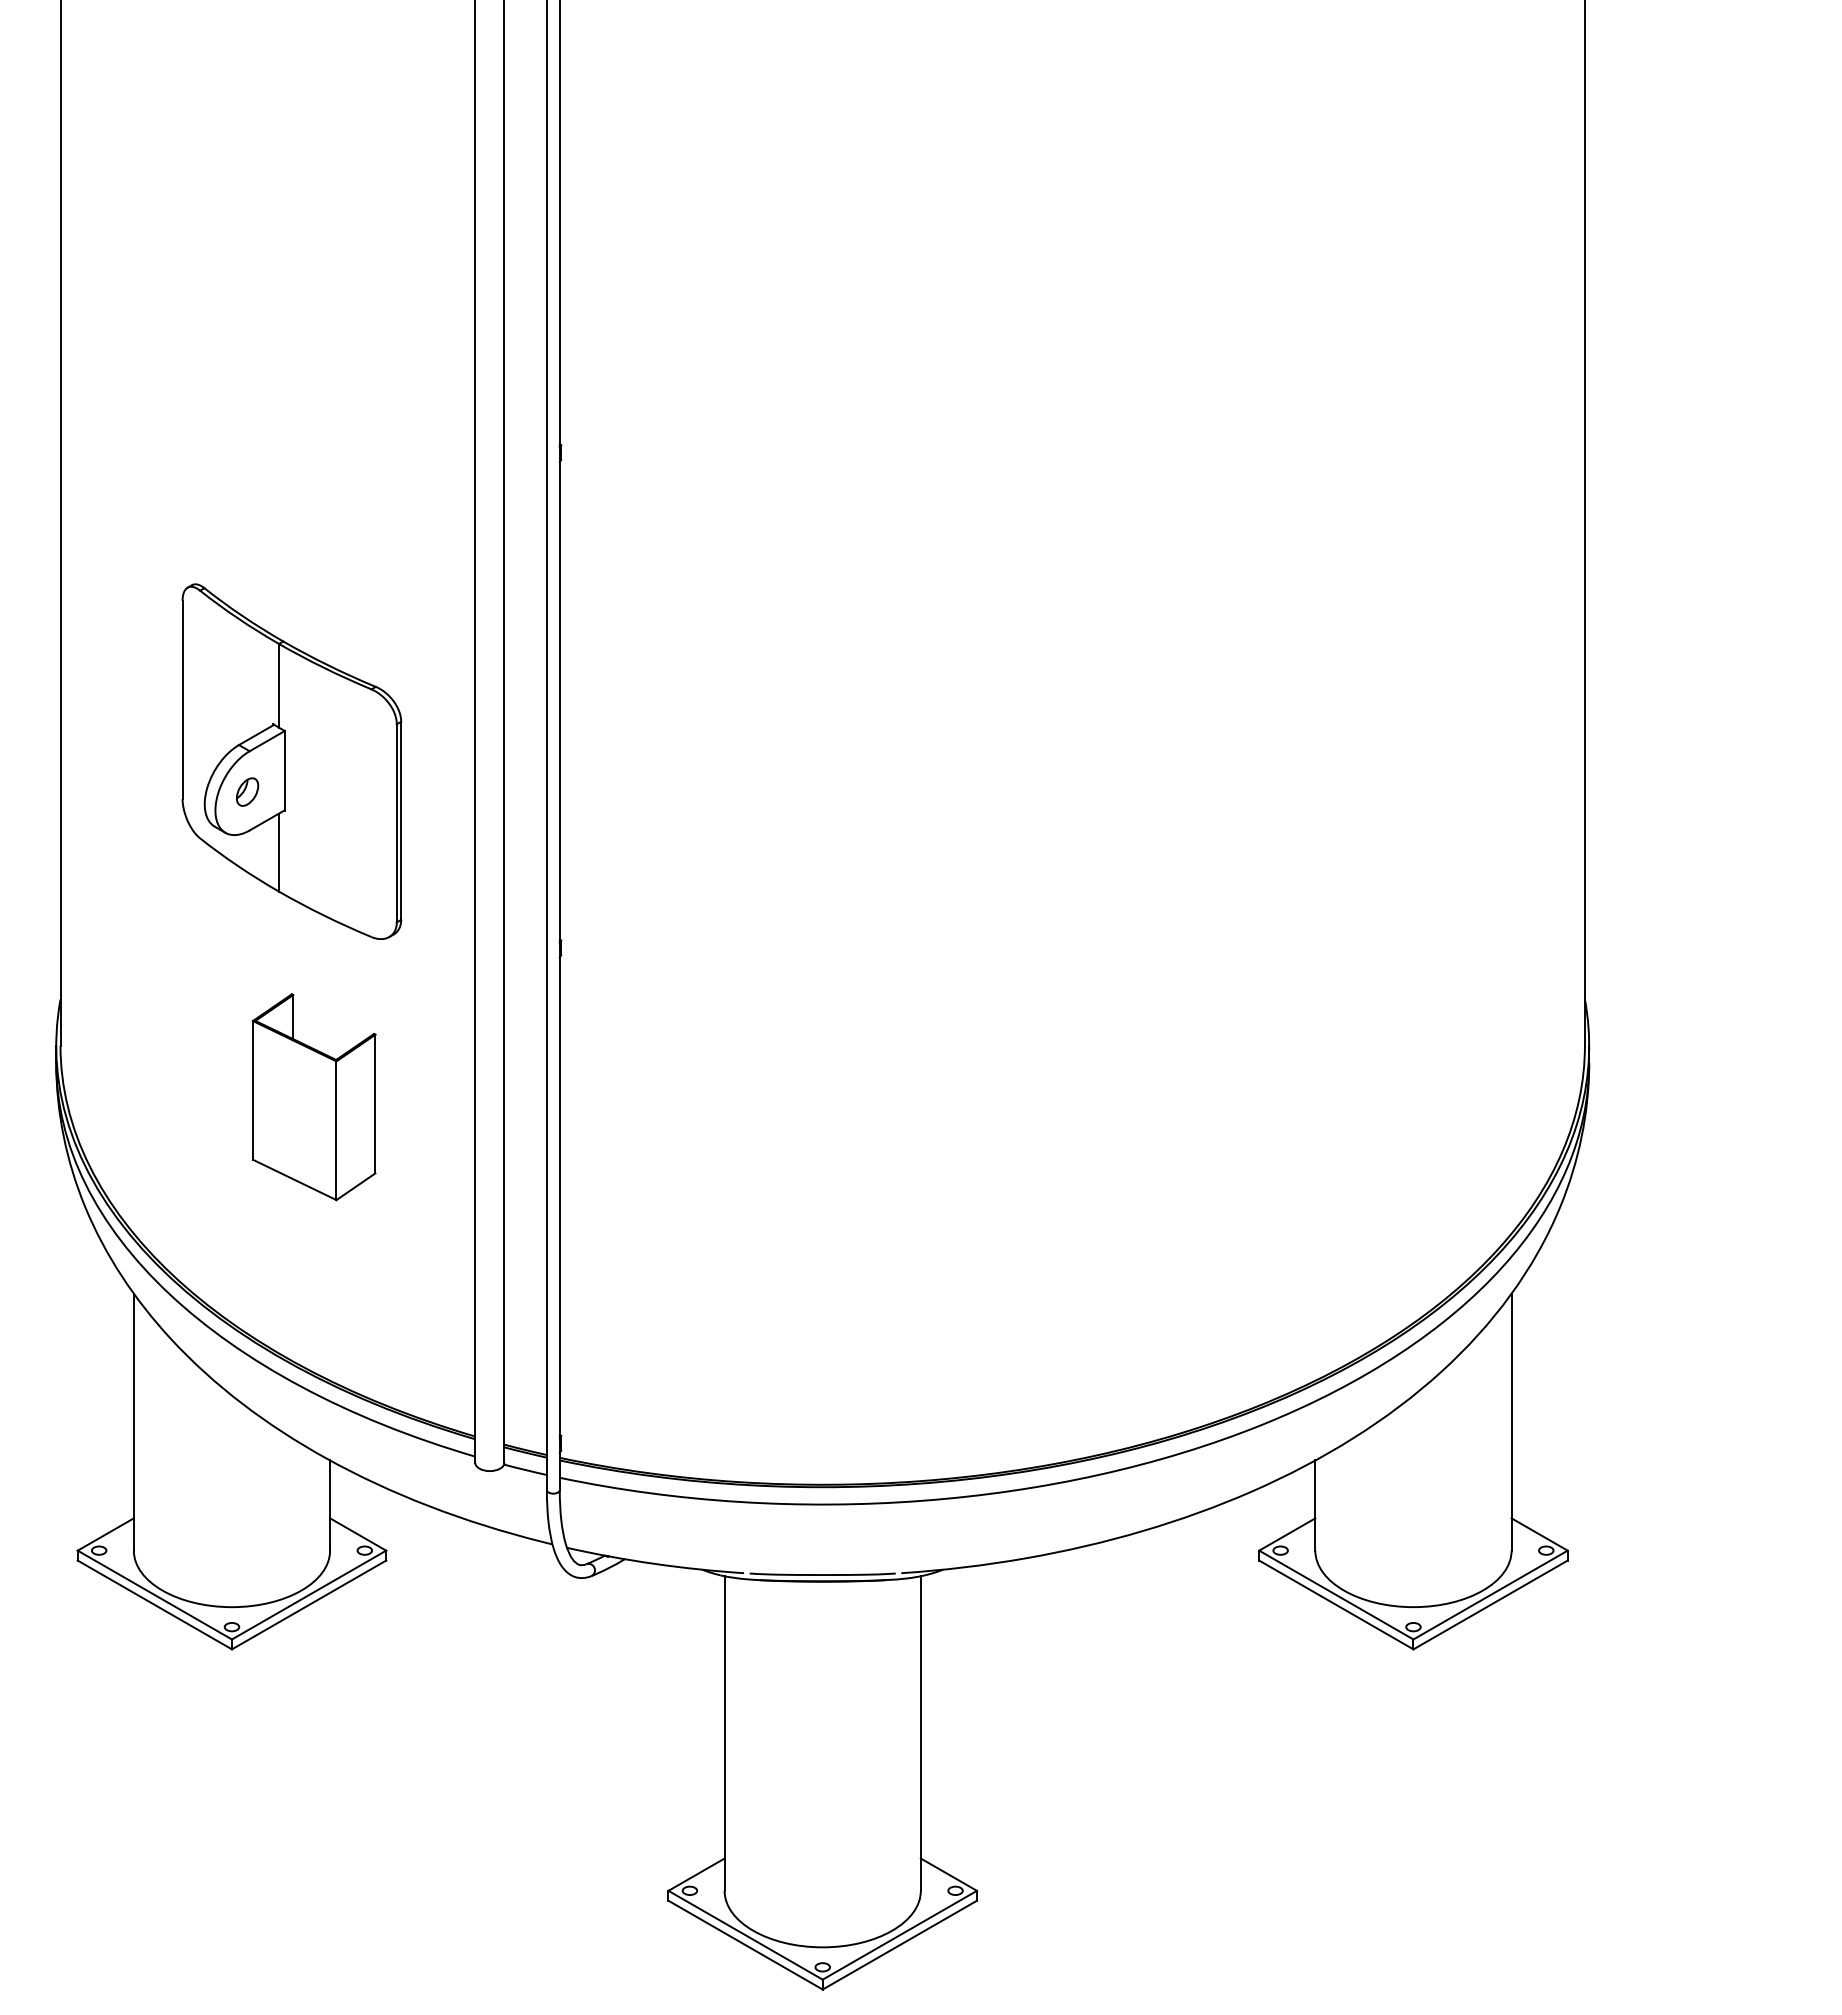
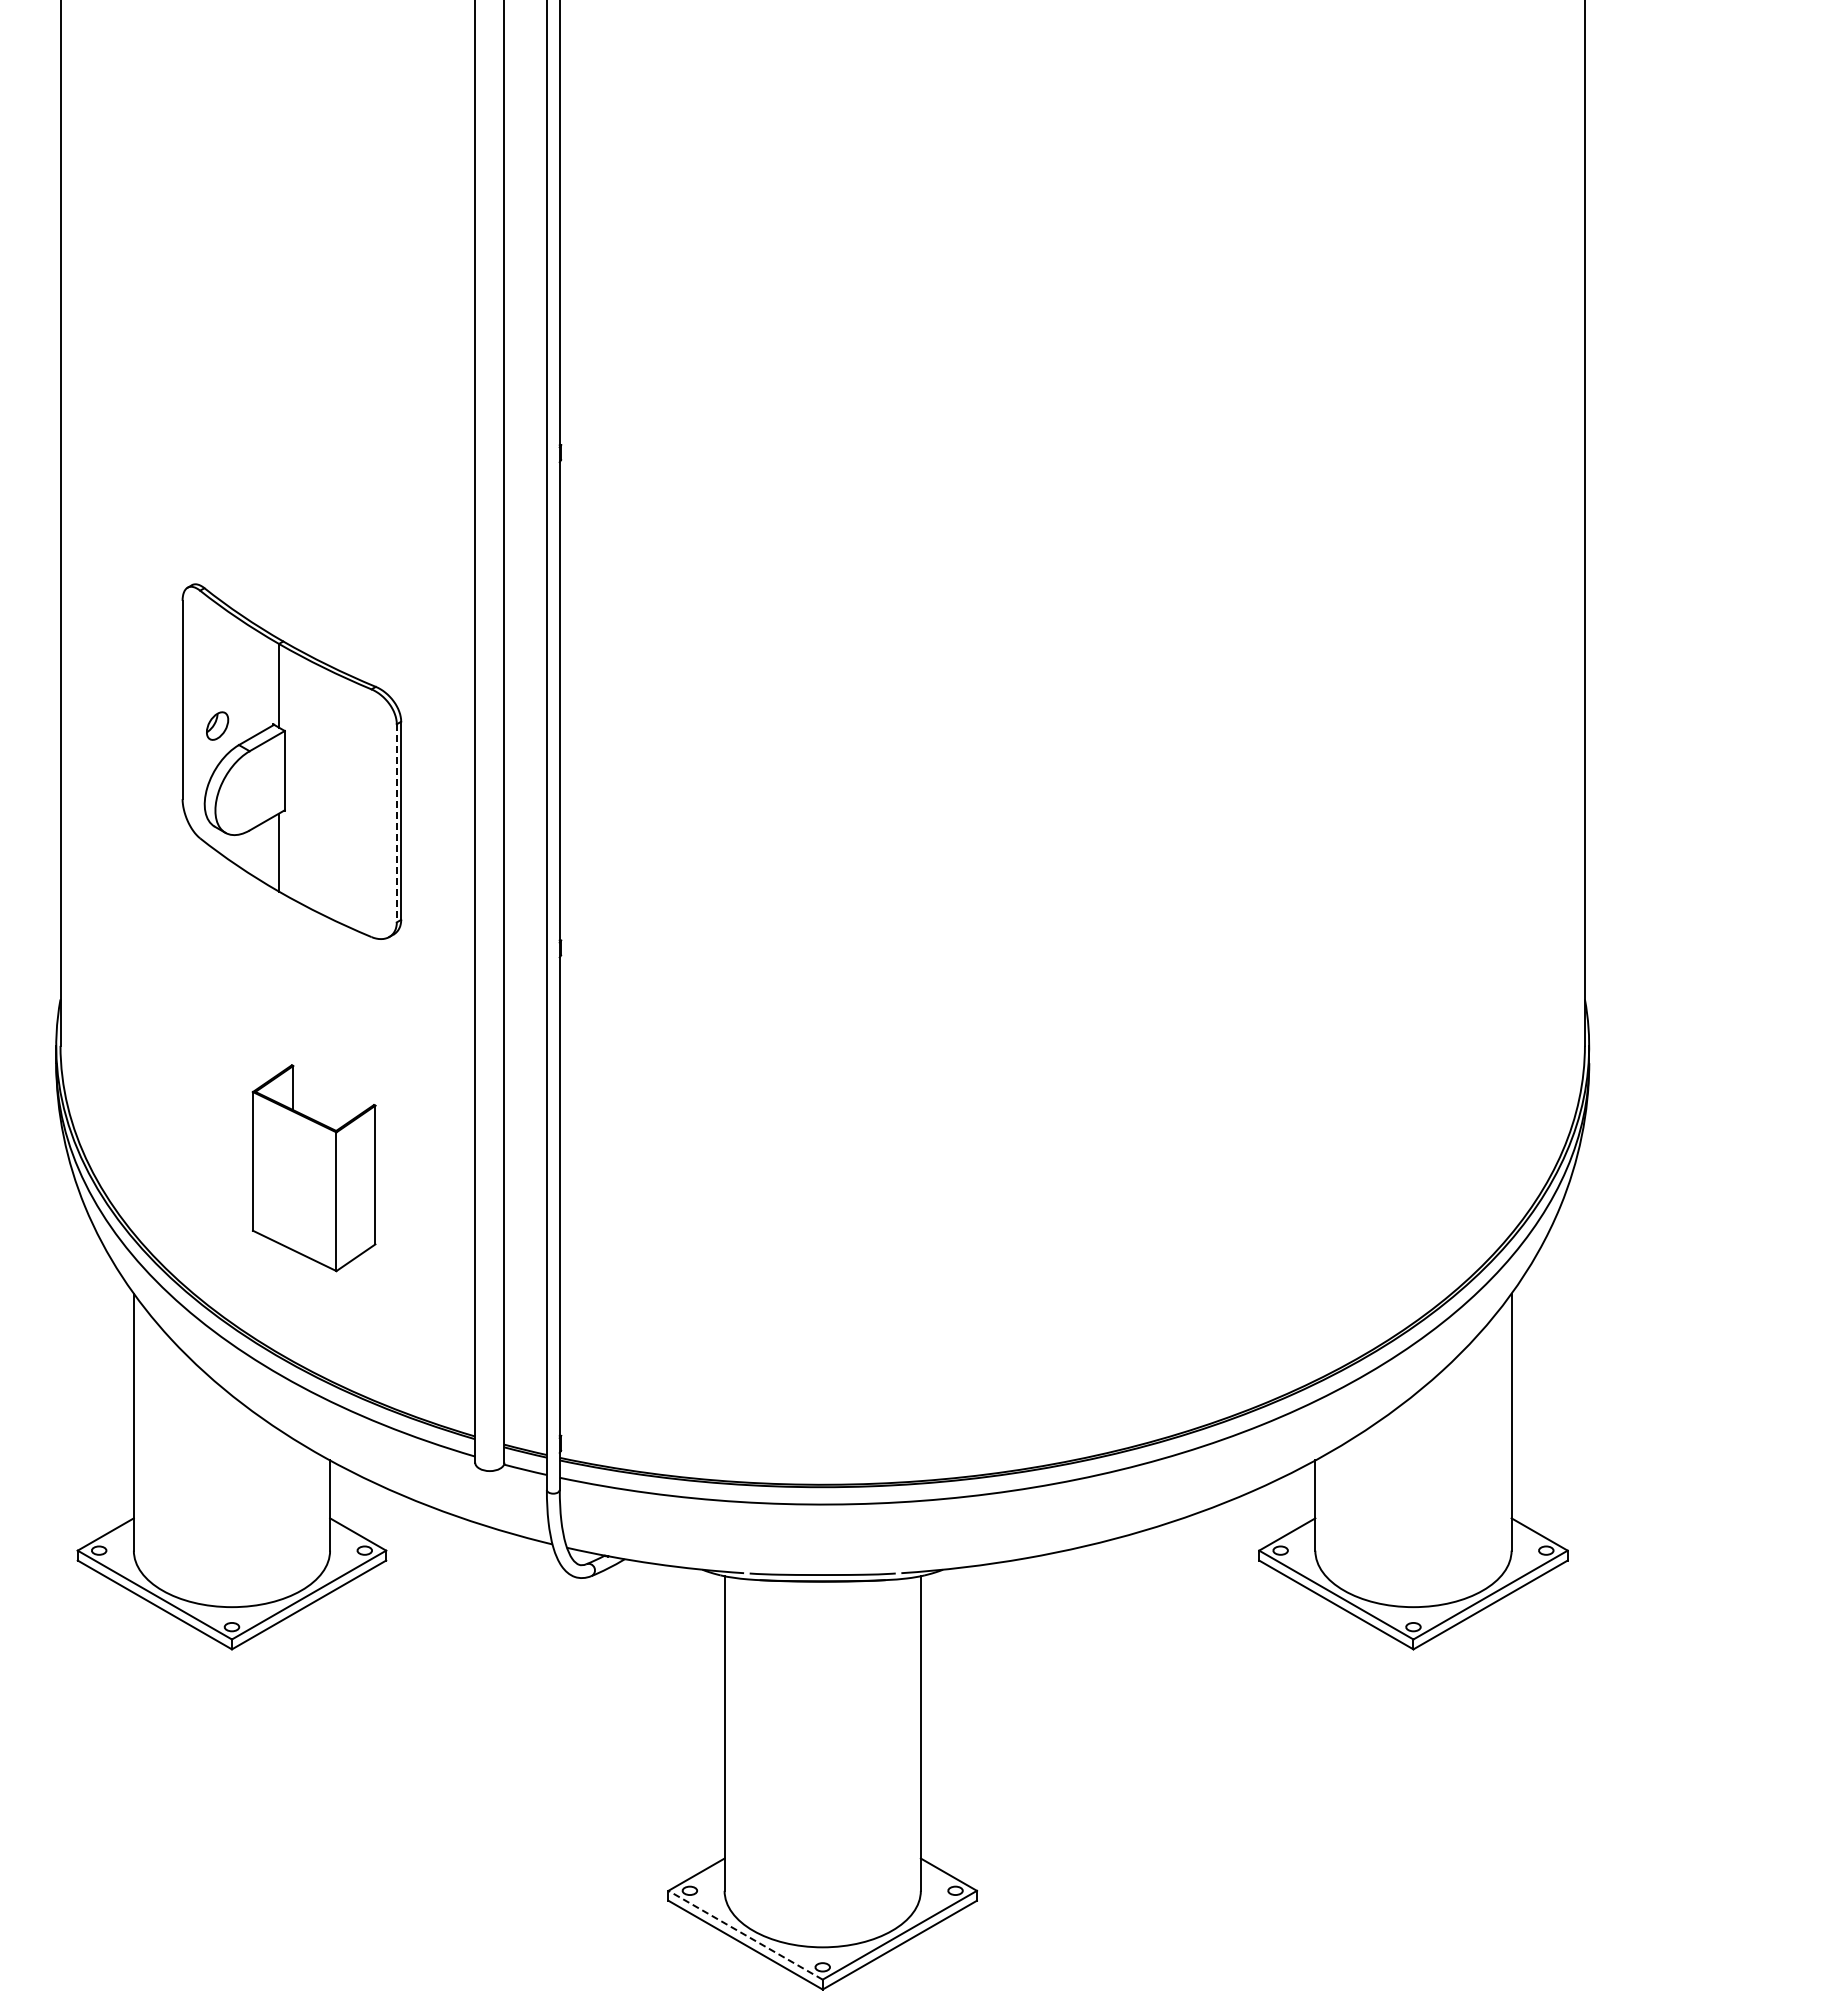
part at (247, 791) position: (247, 791) -> (217, 725)
line at (396, 823): solid -> dashed
part at (313, 1097) position: (313, 1097) -> (313, 1168)
line at (745, 1935): solid -> dashed
